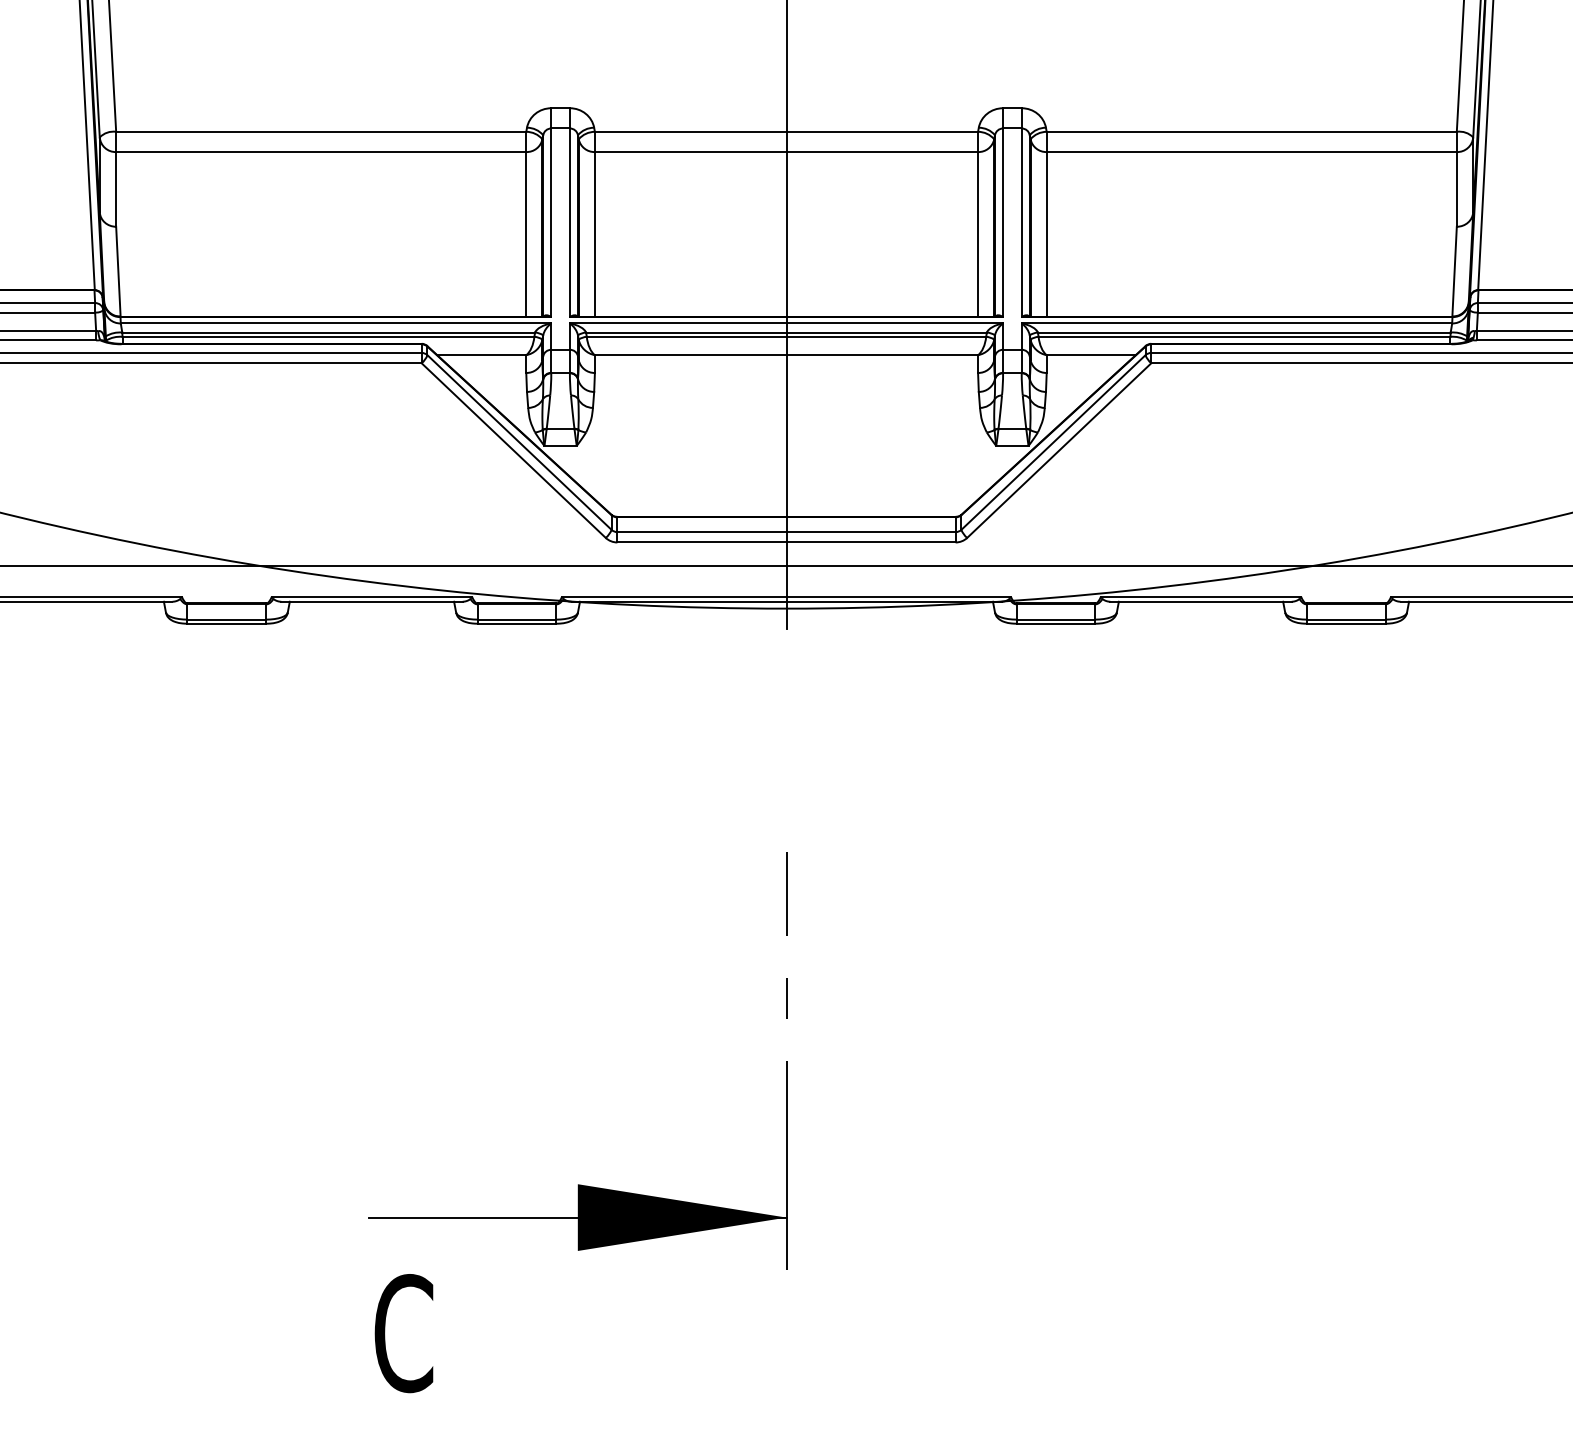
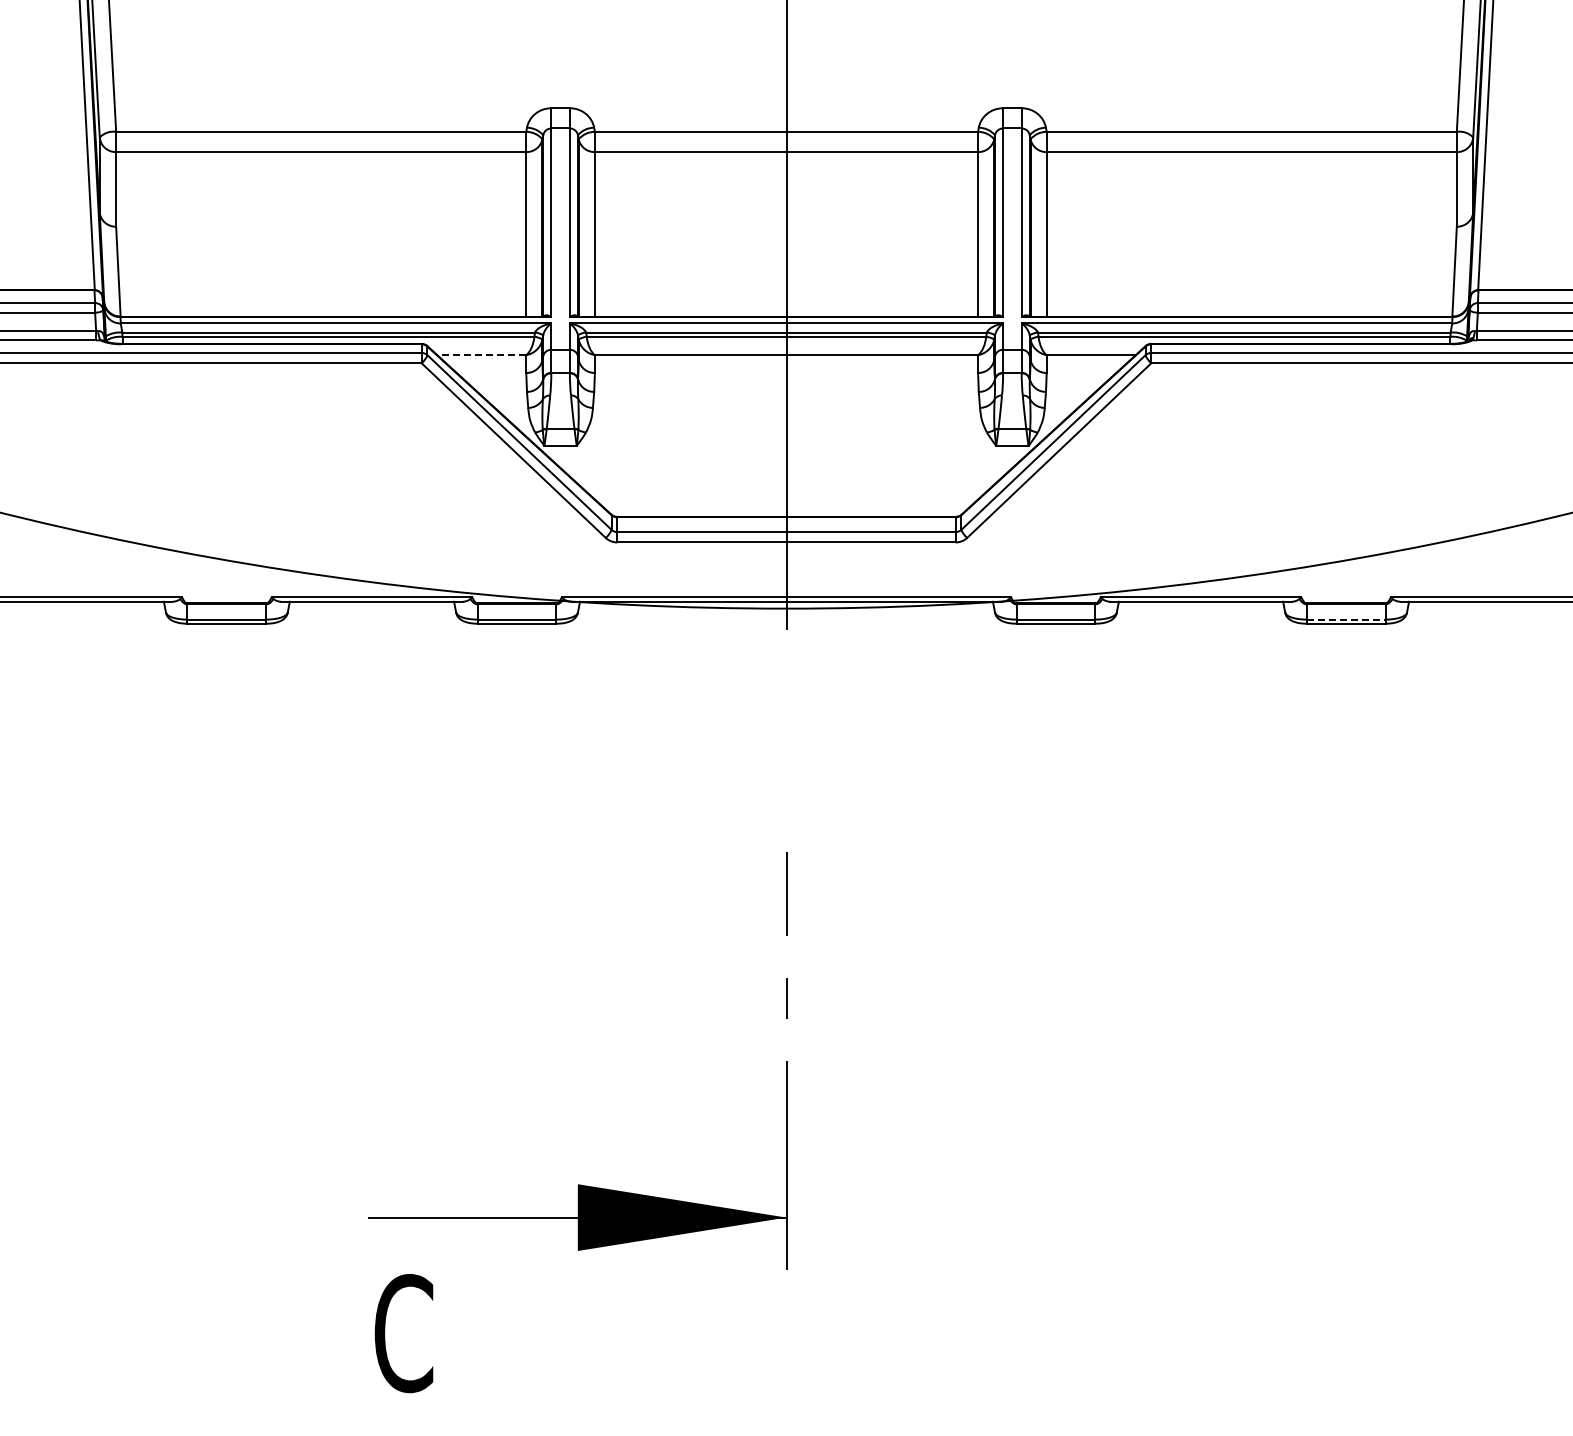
line at (481, 355): solid -> dashed
line at (785, 566): present -> none
line at (1346, 619): solid -> dashed
